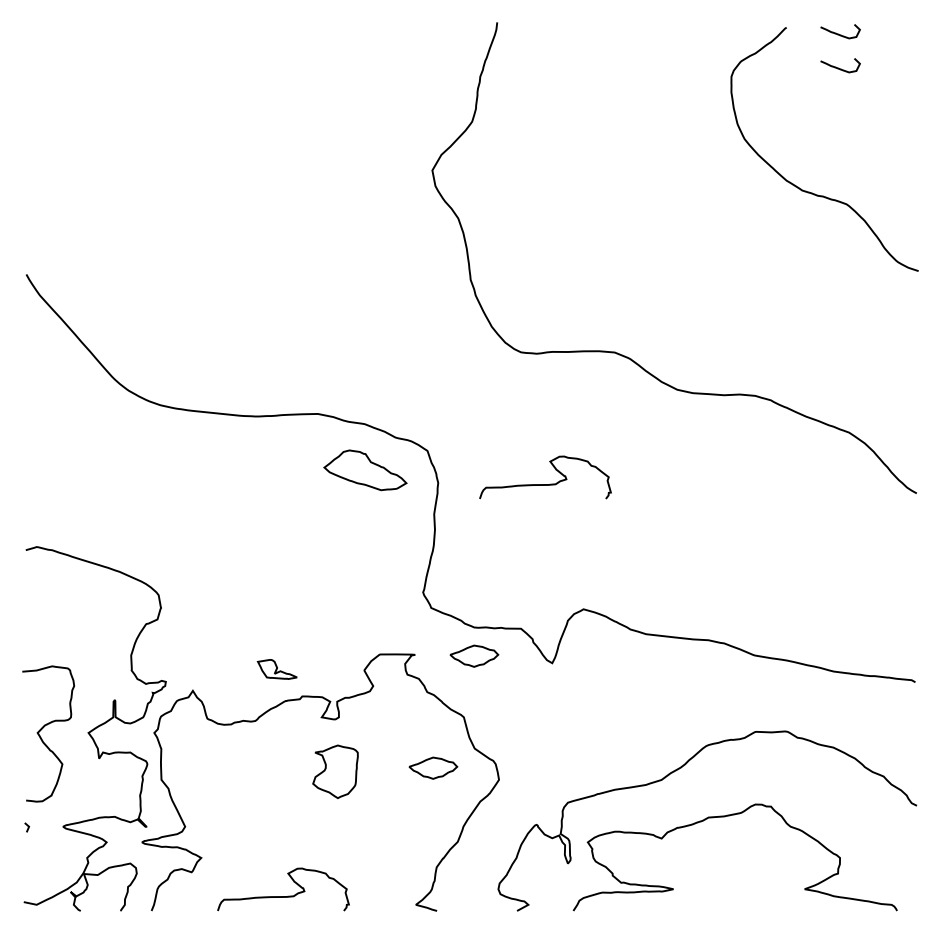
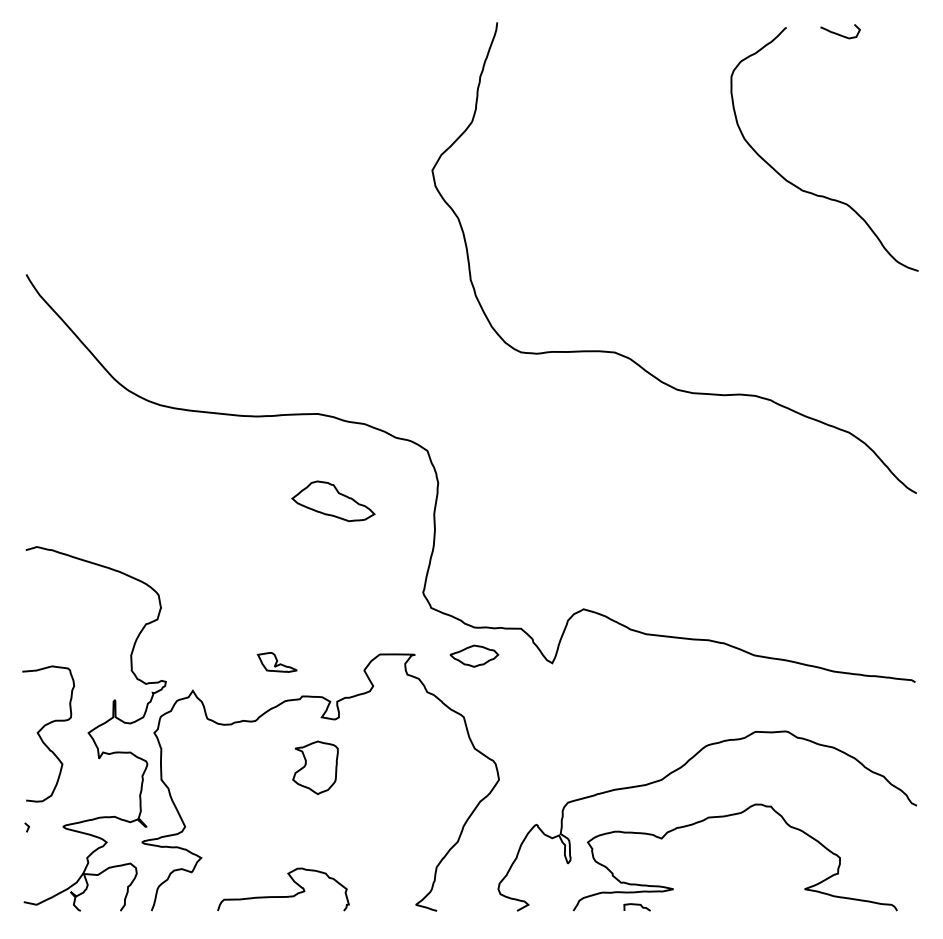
curve at (838, 67): present -> none
part at (365, 470) position: (365, 470) -> (333, 501)
curve at (545, 484): present -> none
part at (276, 669) position: (276, 669) -> (276, 662)
part at (433, 767): present -> none
part at (335, 771) position: (335, 771) -> (315, 767)
curve at (636, 905): none -> present
